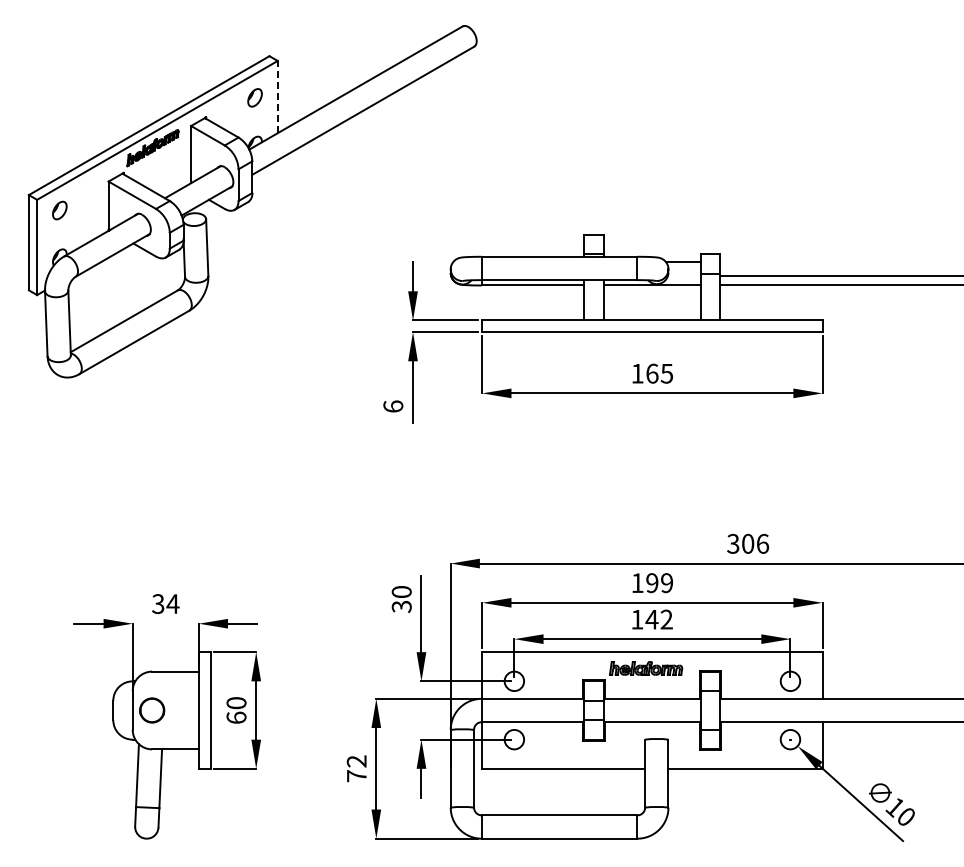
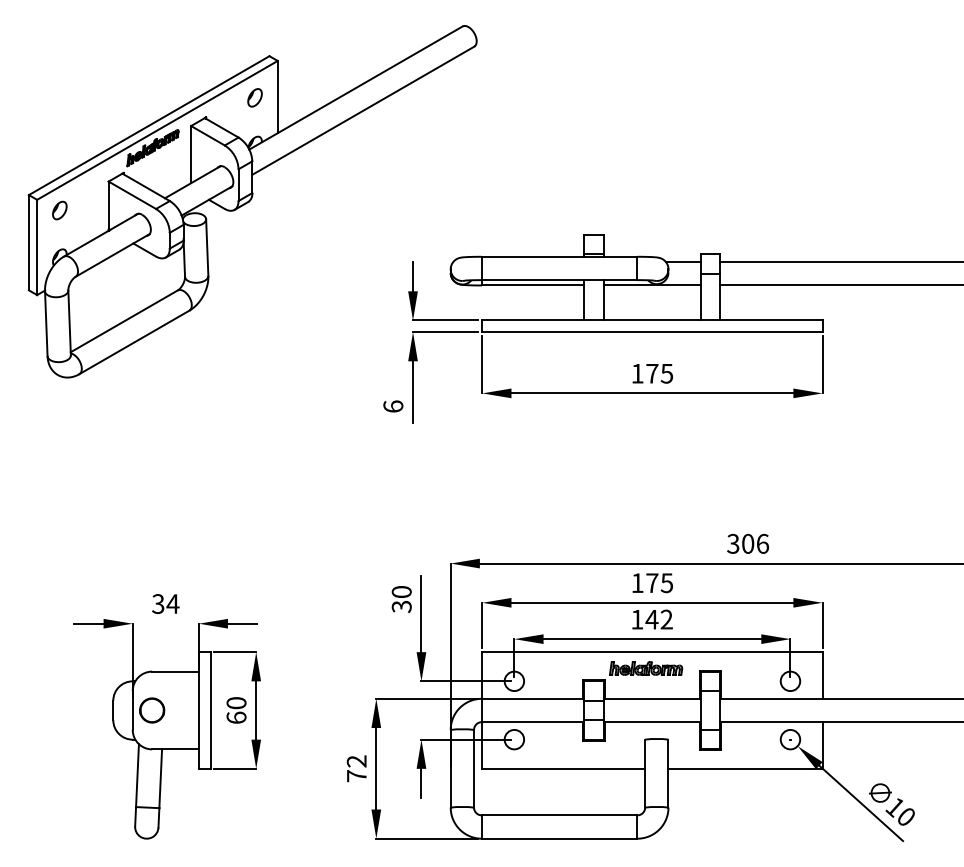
line at (277, 96): dashed -> solid
line at (840, 276) position: (840, 276) -> (840, 262)
text at (652, 373): 165 -> 175
text at (659, 583): 199 -> 175
